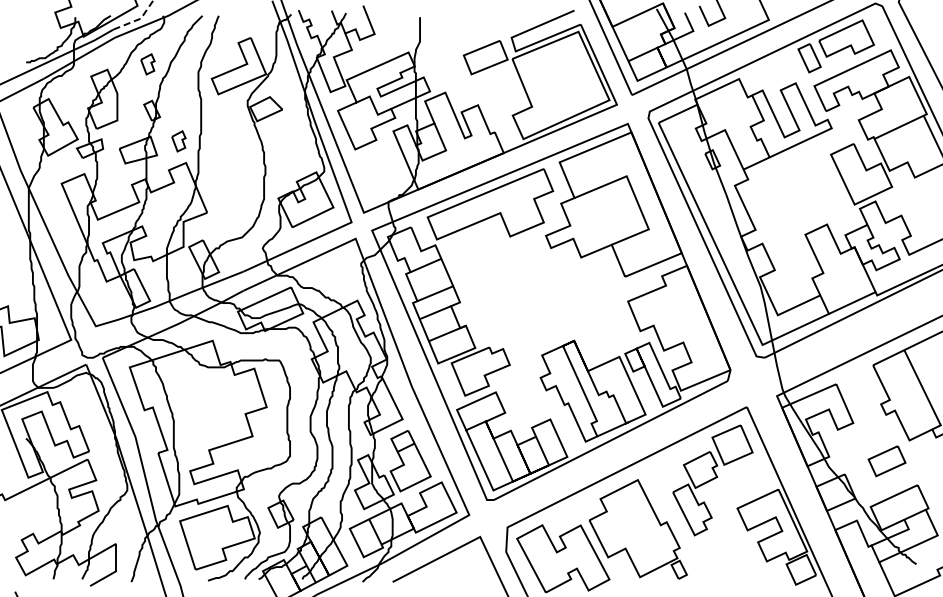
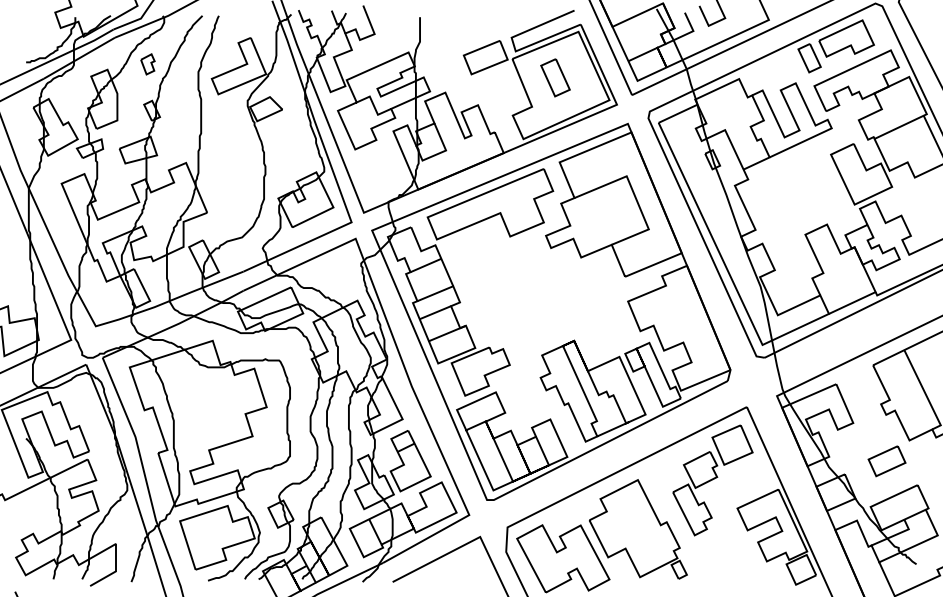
line at (137, 20): dashed -> solid
part at (555, 77): none -> present
part at (178, 141): present -> none
